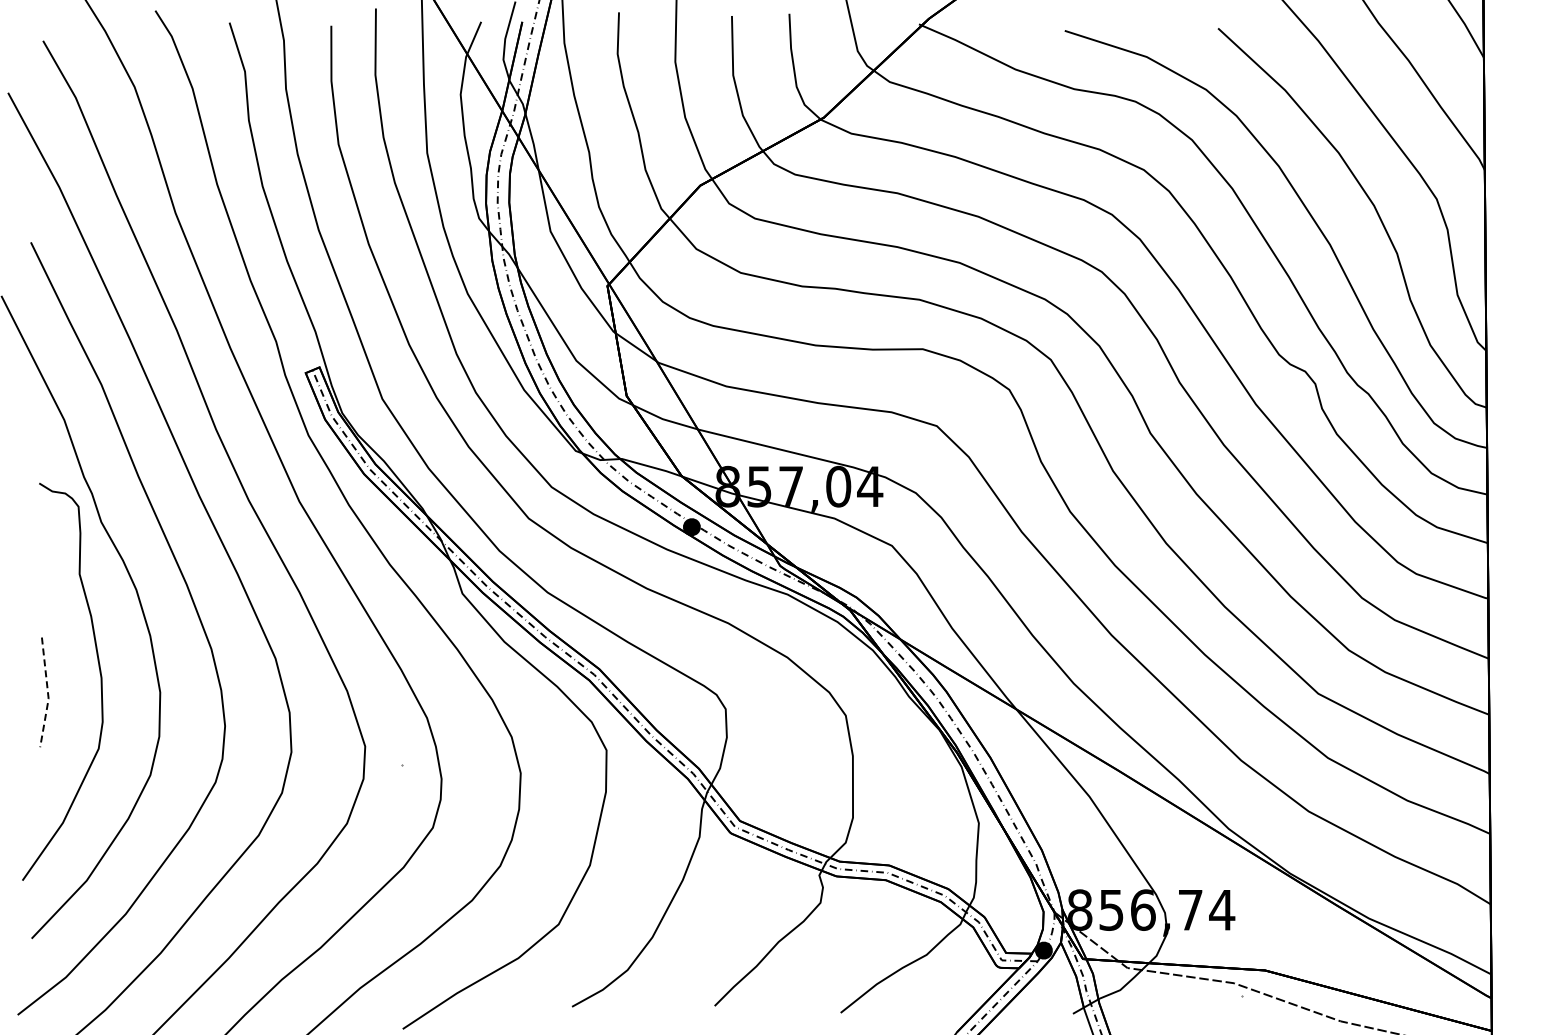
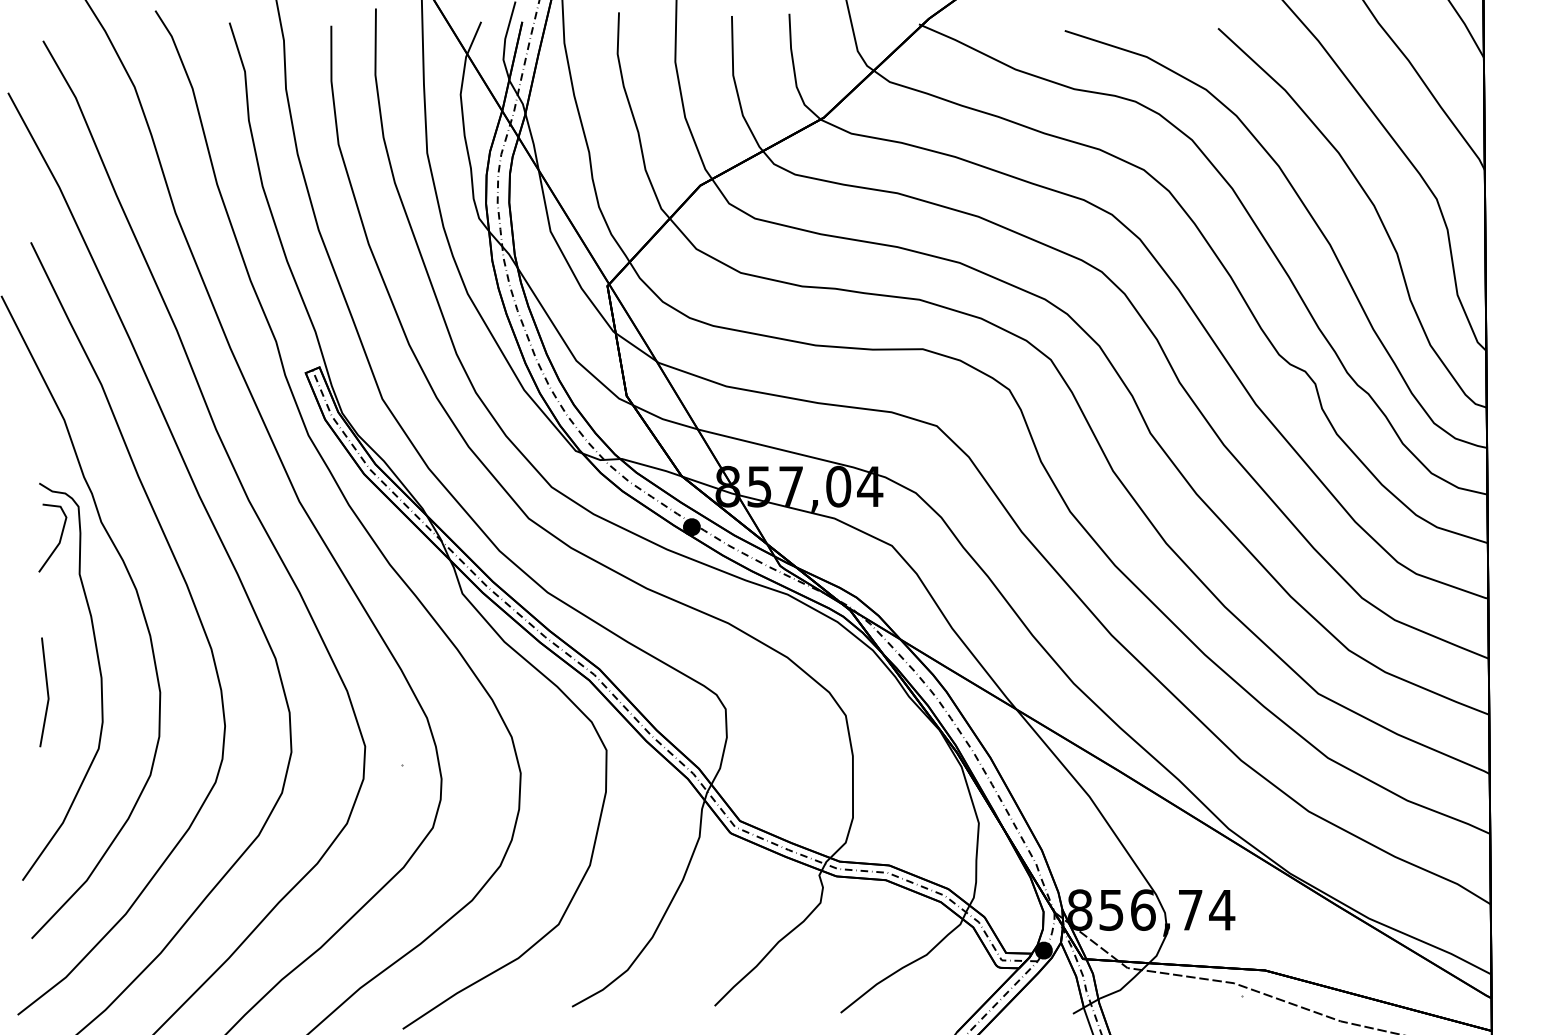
line at (59, 538): none -> present
line at (48, 693): dashed -> solid
